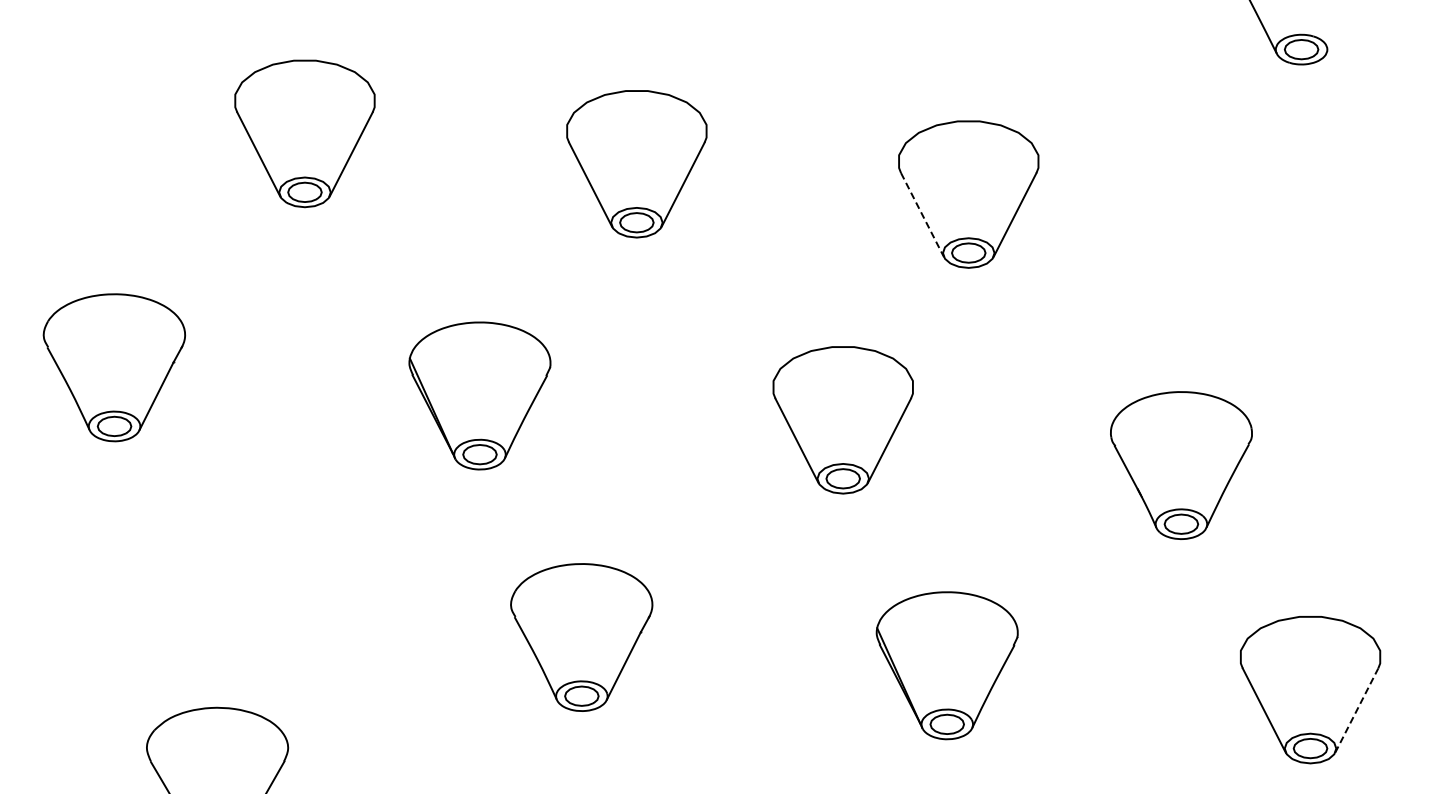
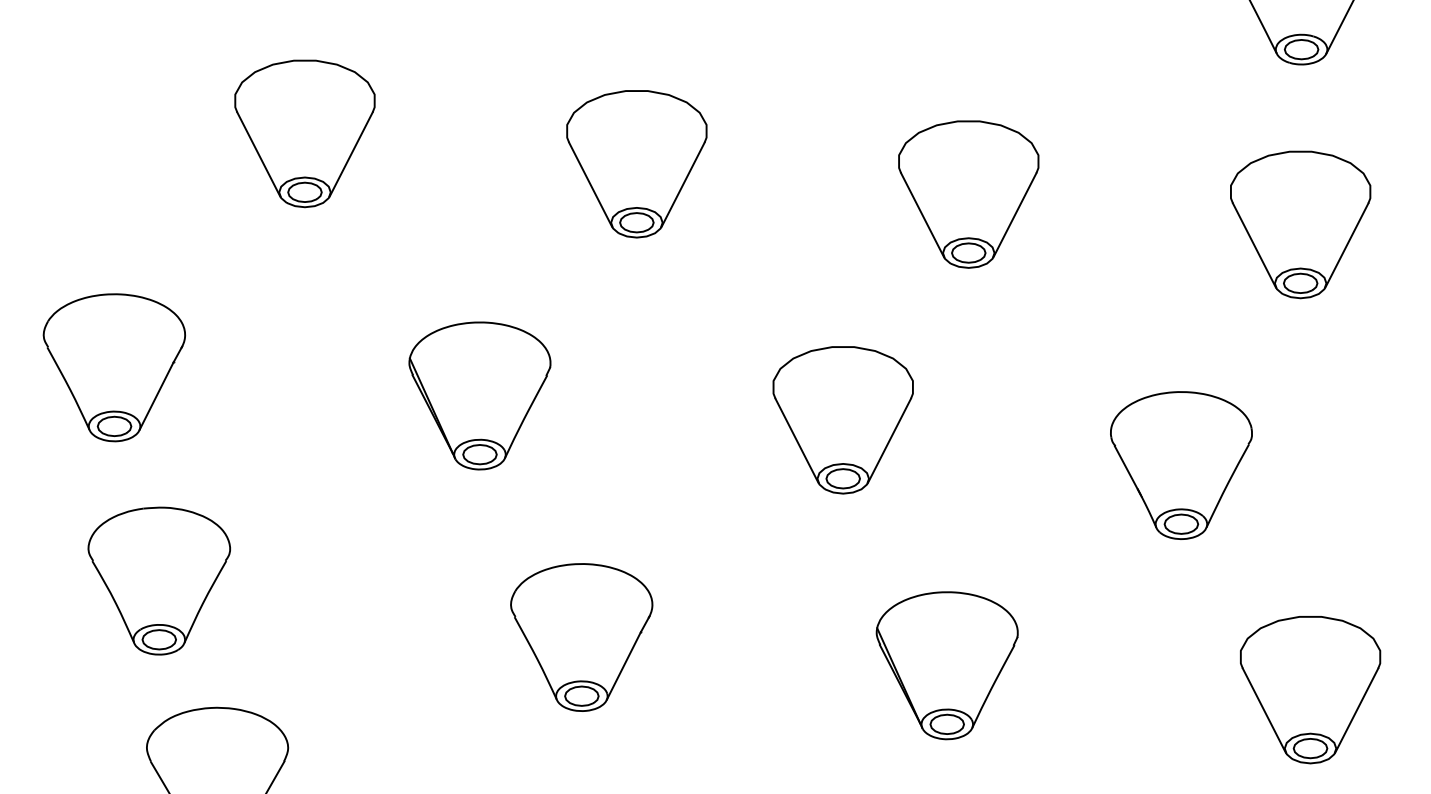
line at (1339, 27): none -> present
line at (922, 215): dashed -> solid
part at (1300, 224): none -> present
part at (158, 580): none -> present
line at (1356, 710): dashed -> solid
